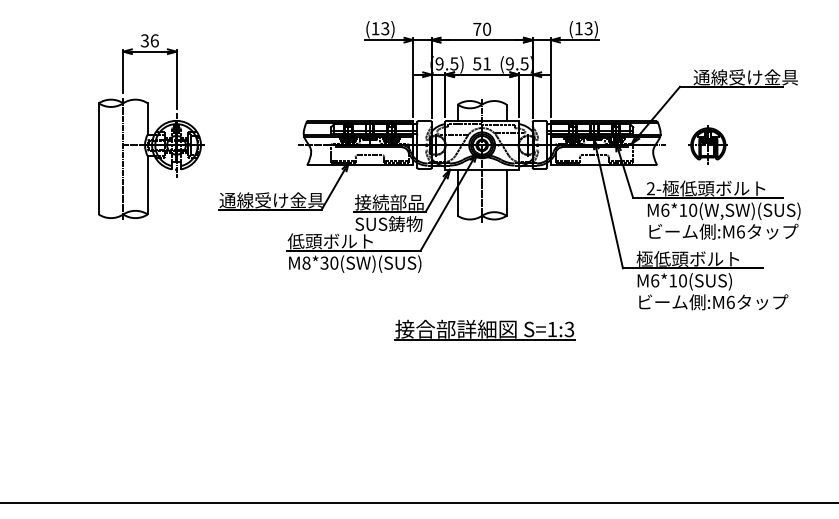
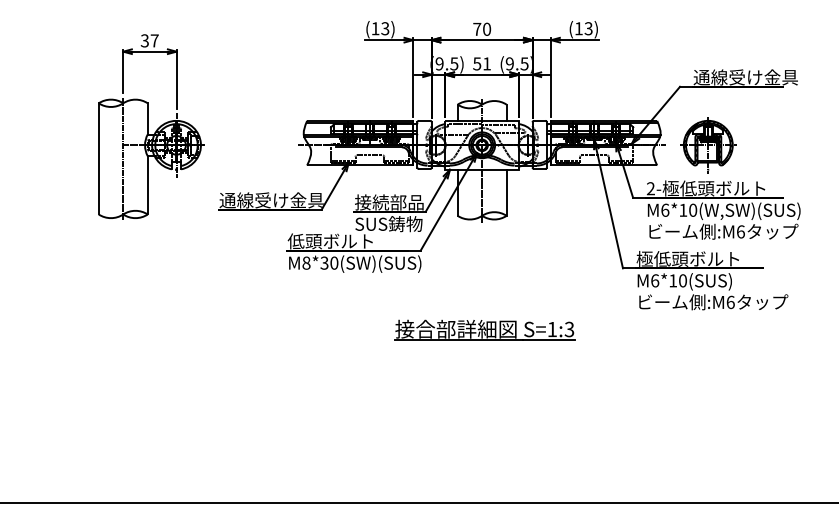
text at (154, 40): 36 -> 37
part at (707, 144) size: 40x40 px -> 57x57 px
